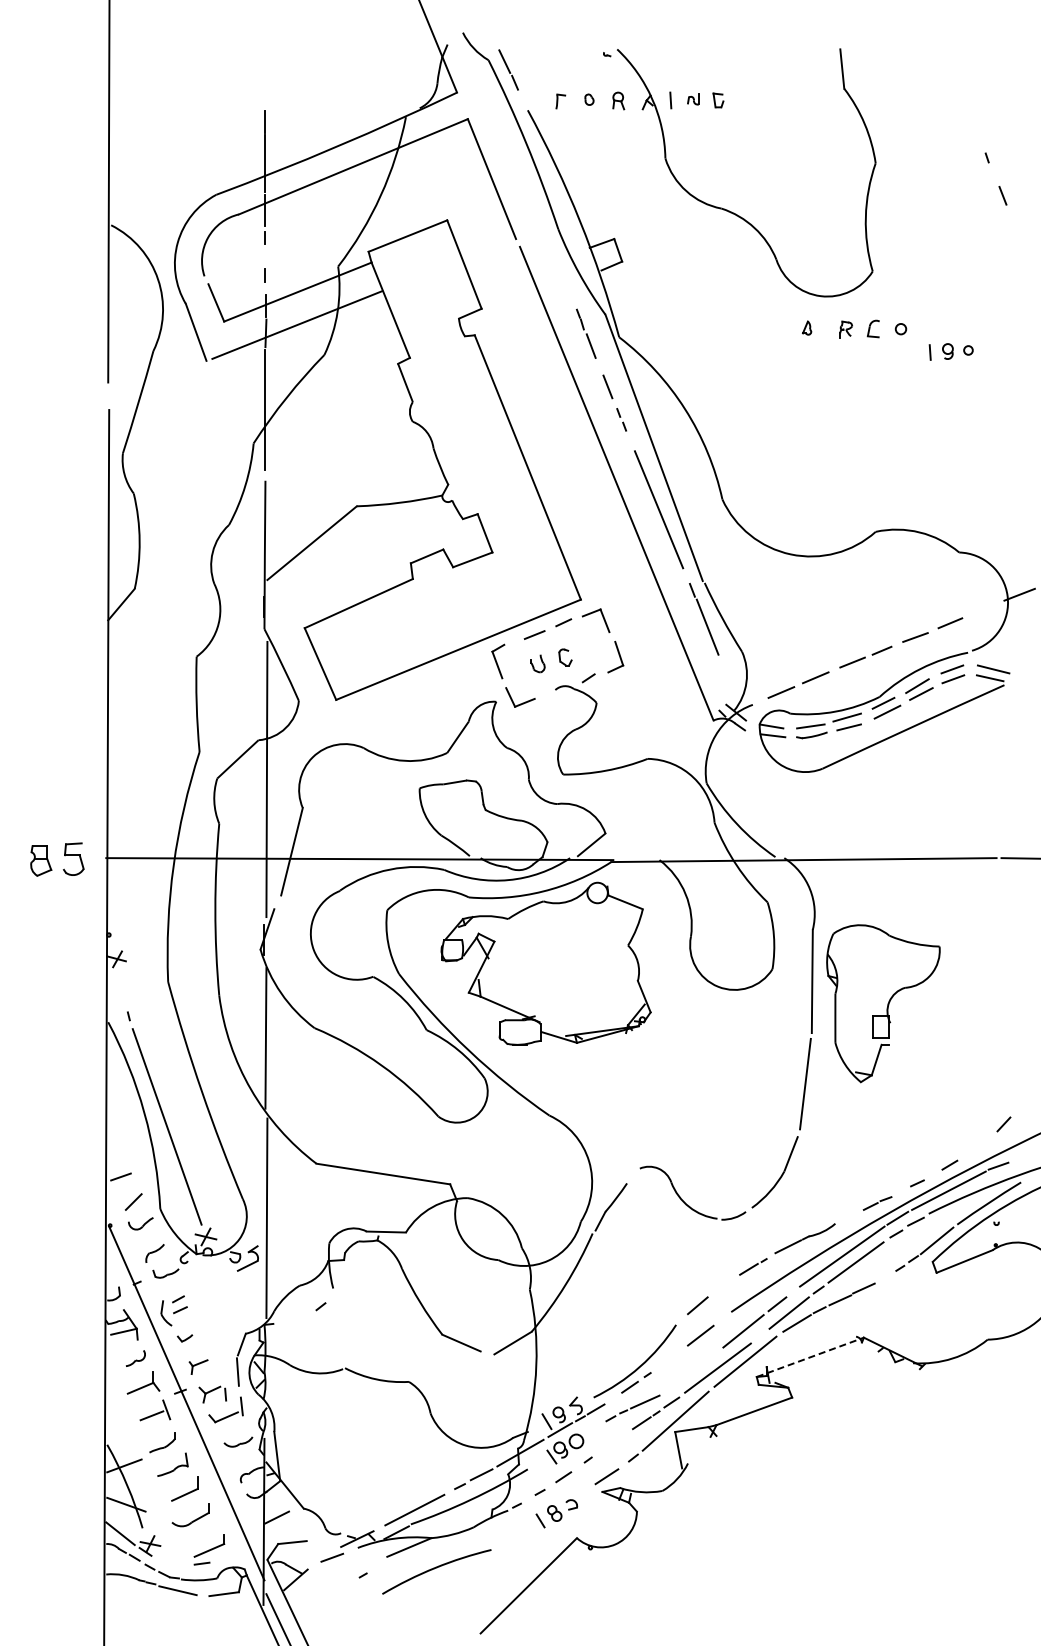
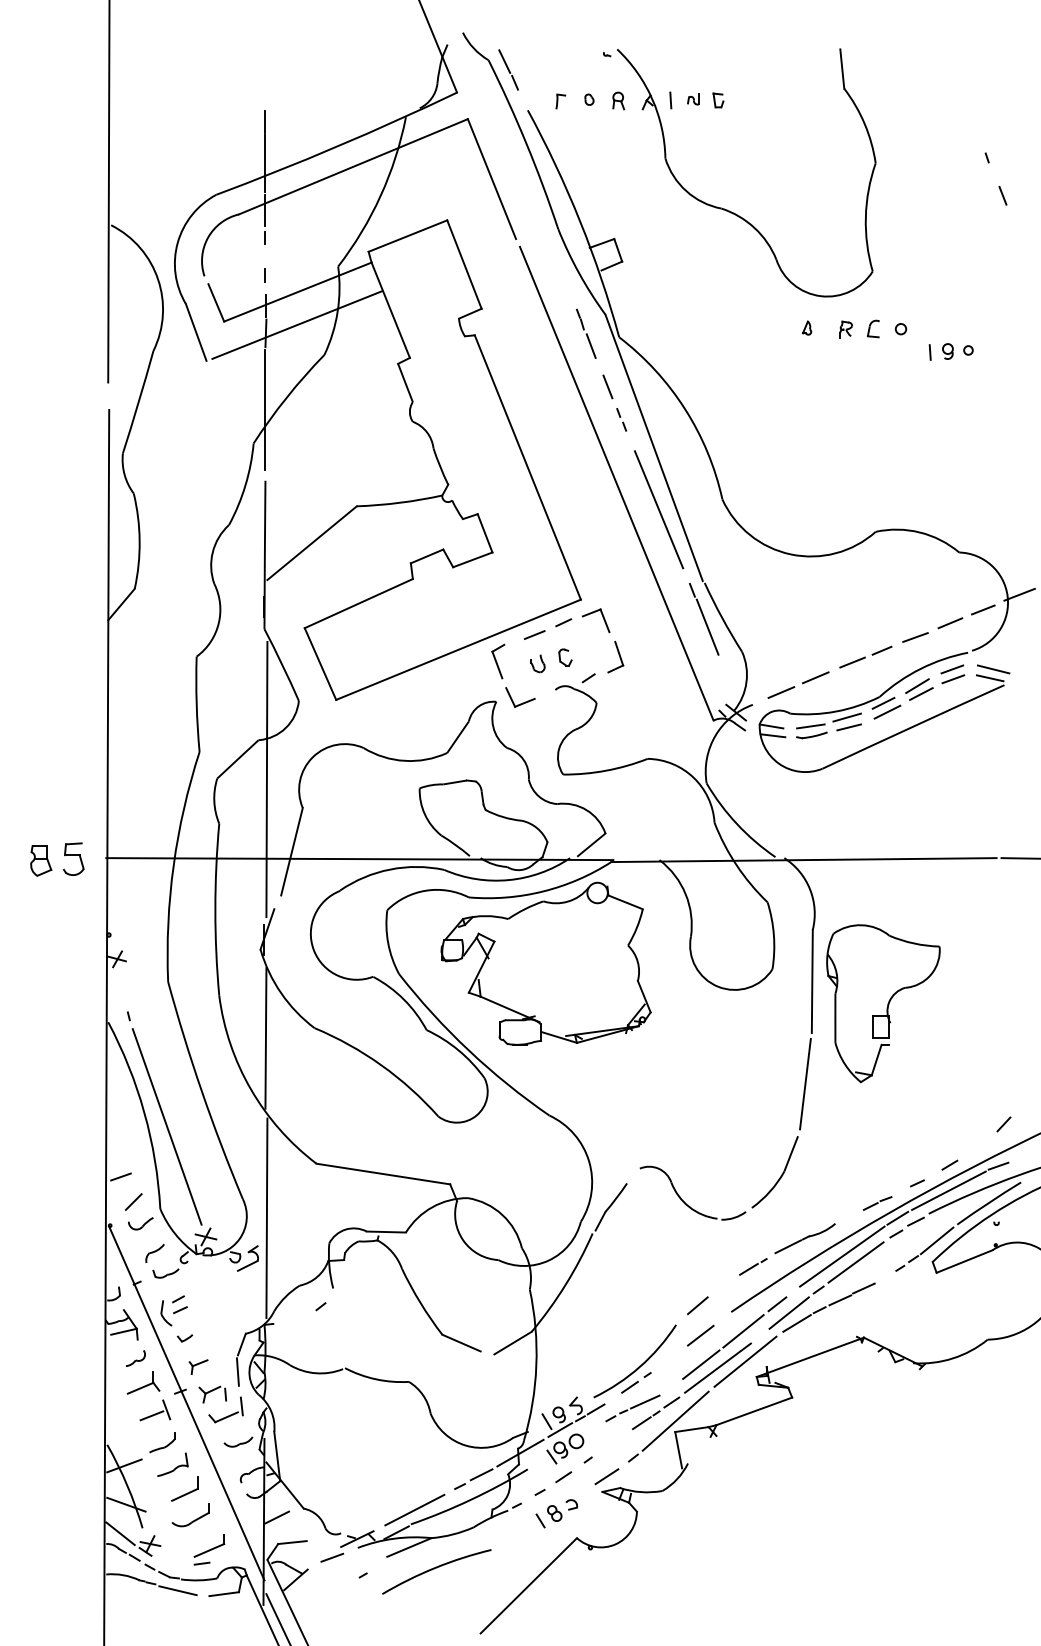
line at (983, 609): none -> present
line at (810, 1357): dashed -> solid
line at (701, 1364): none -> present
